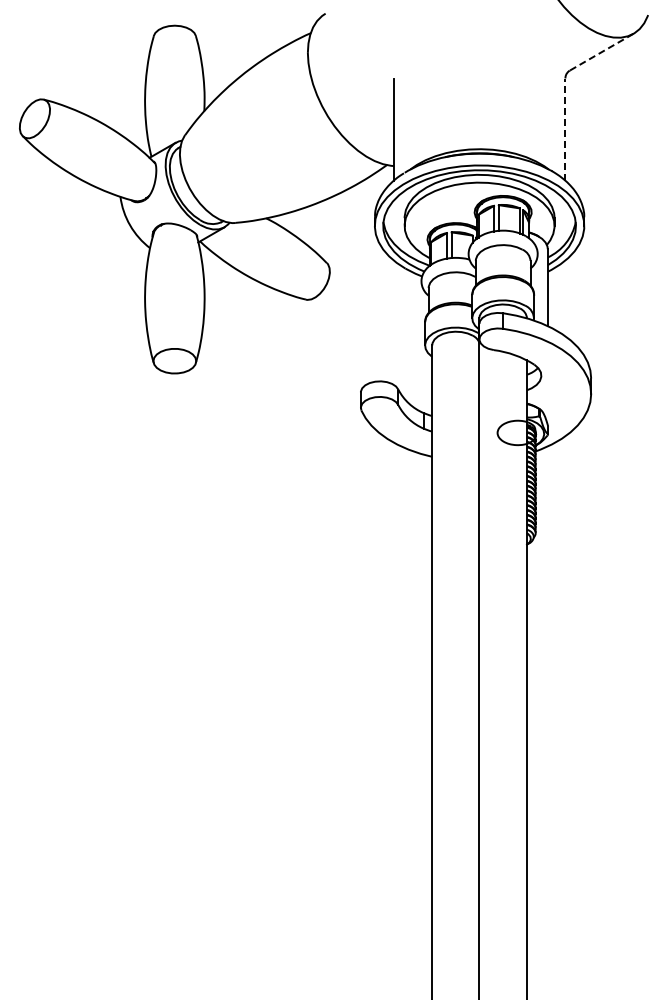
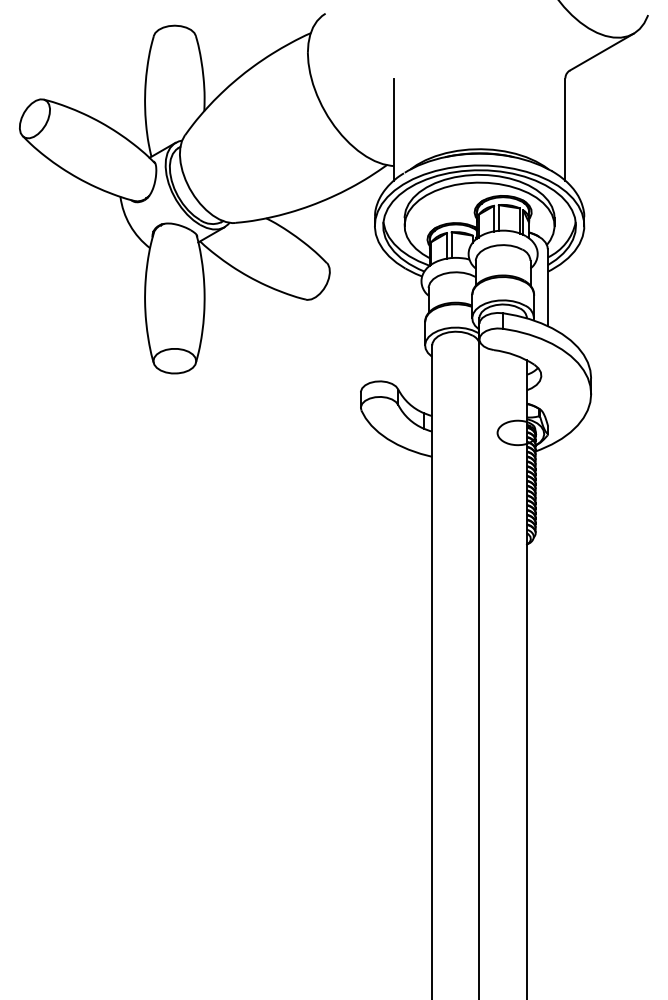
line at (601, 52): dashed -> solid
line at (565, 129): dashed -> solid
